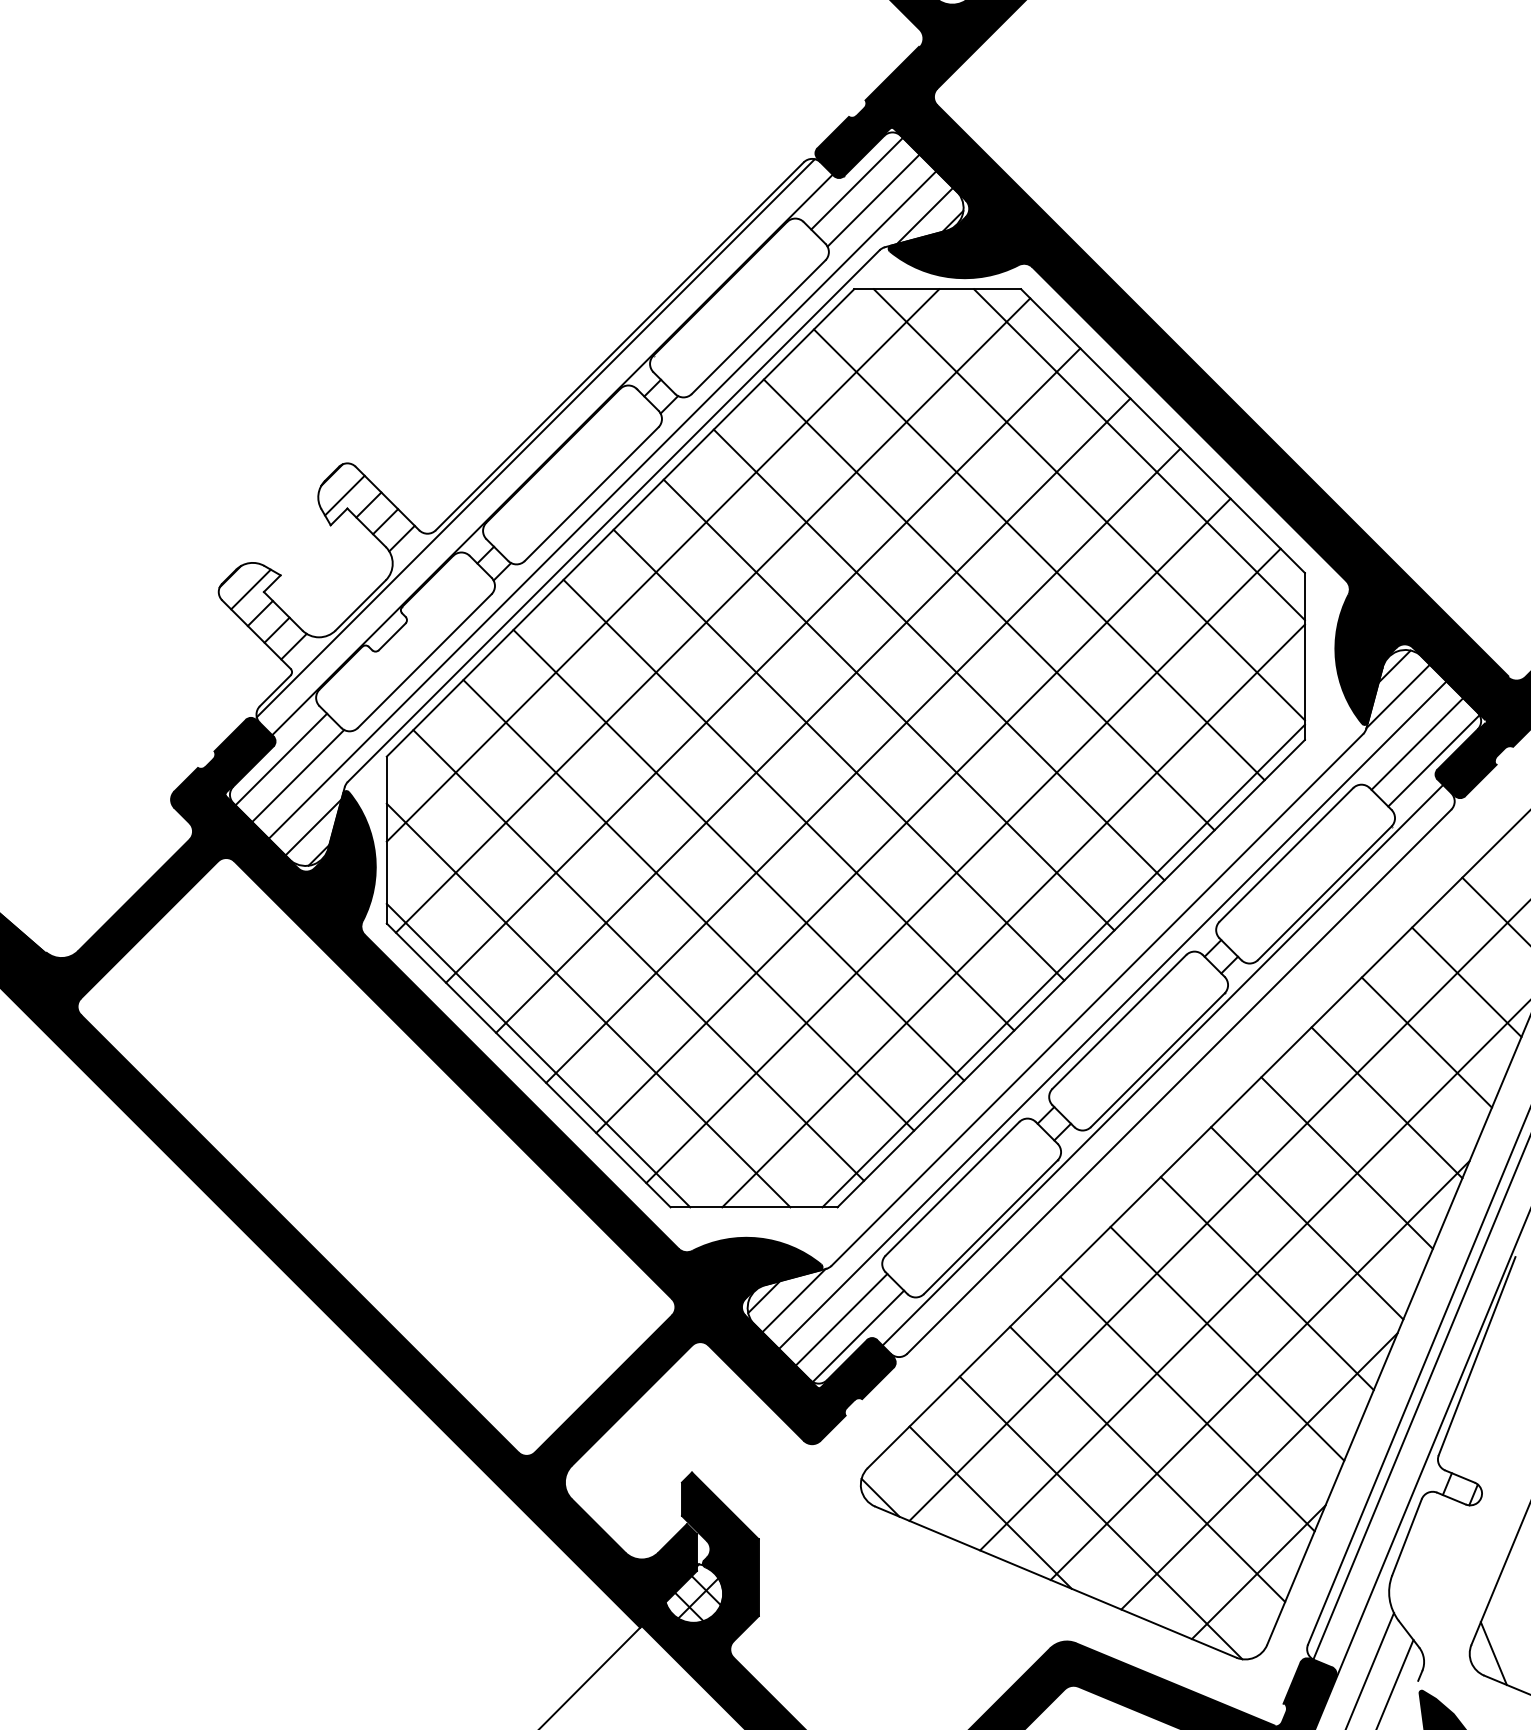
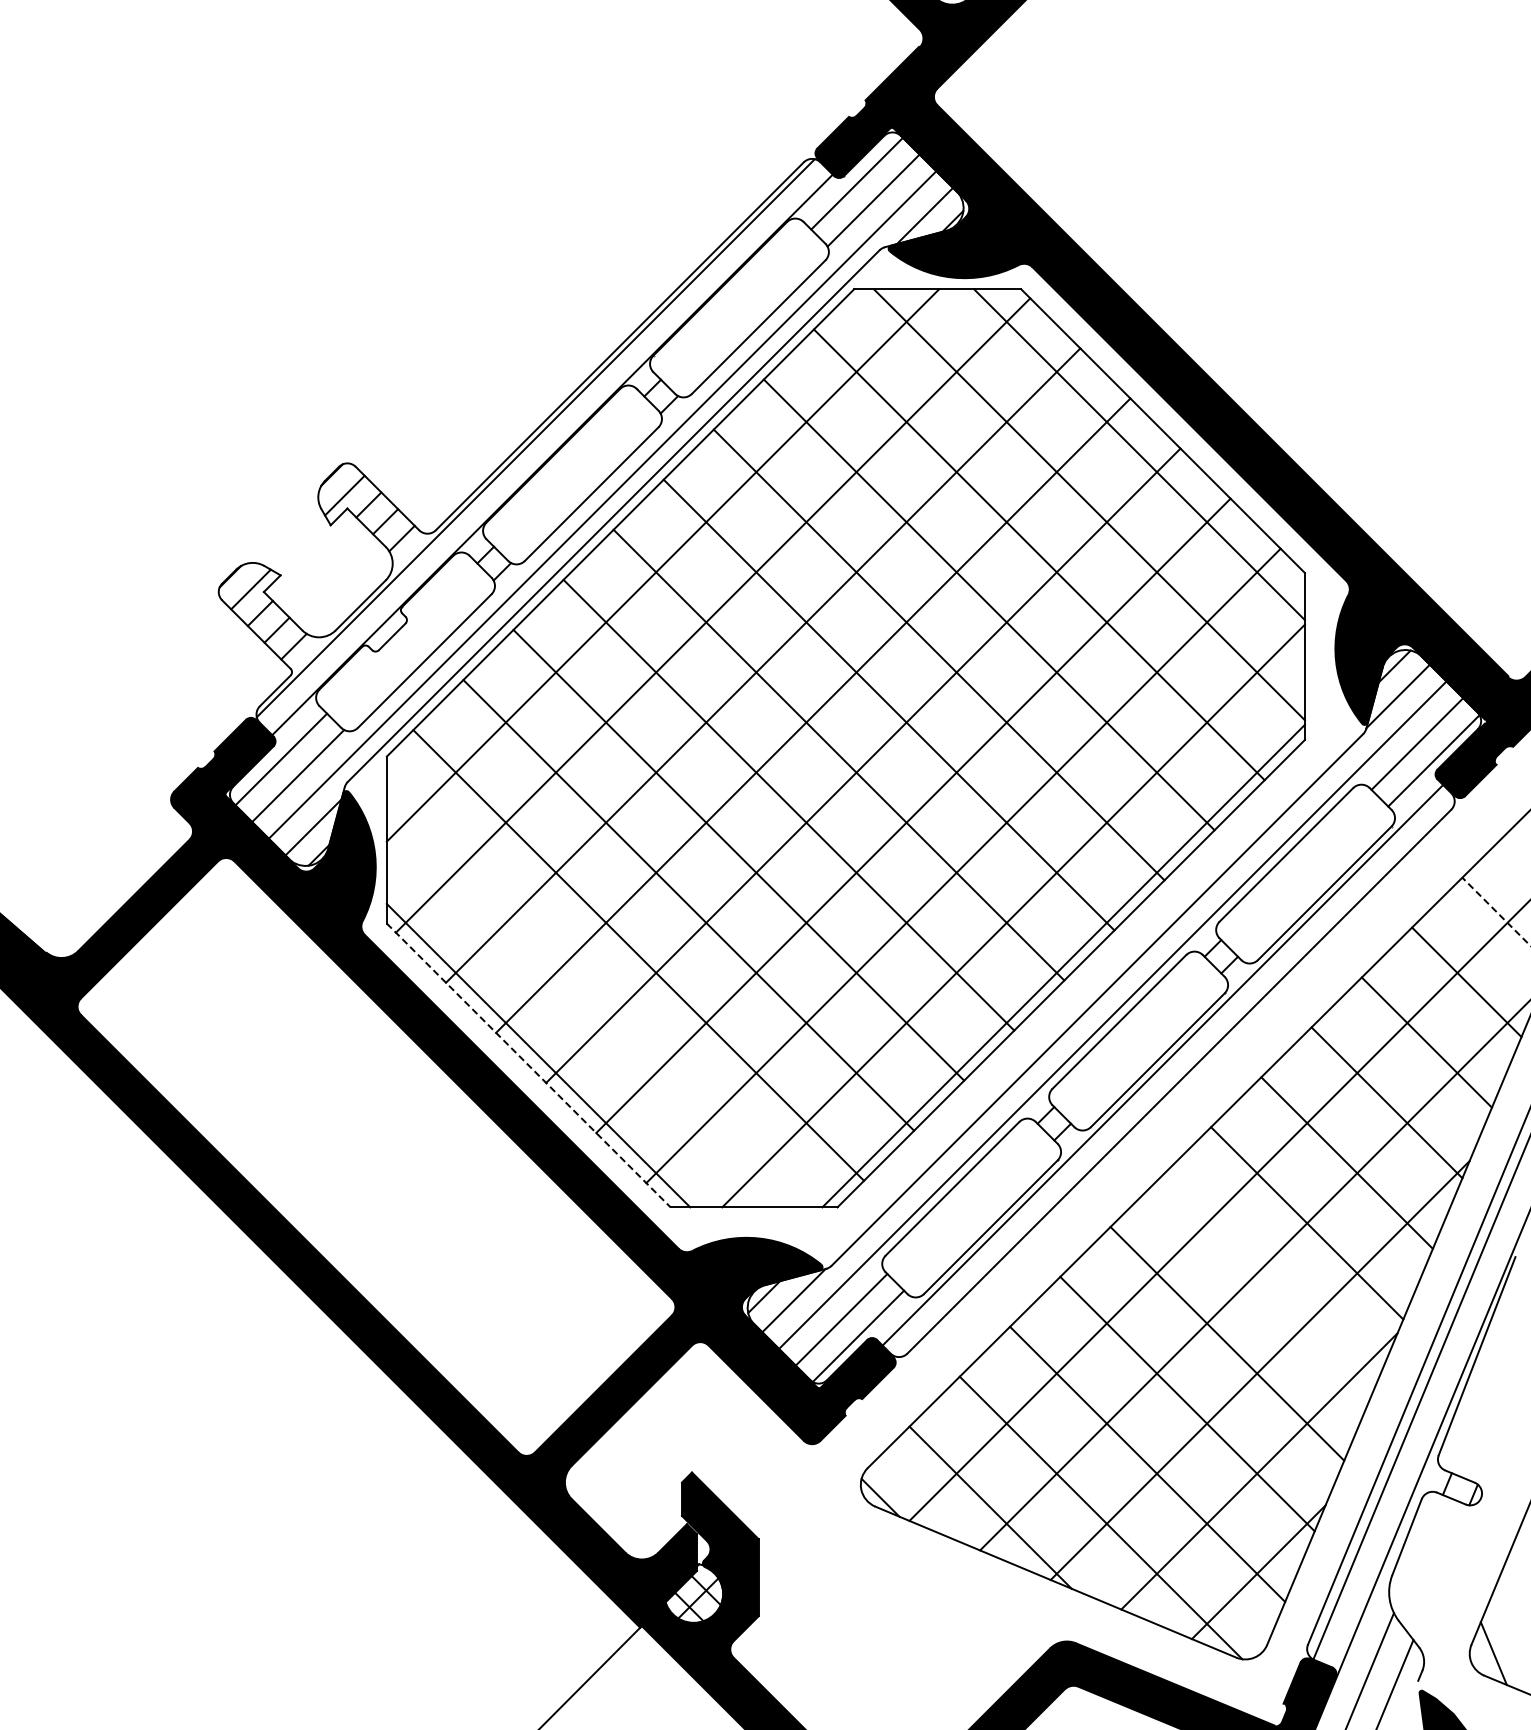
line at (1496, 911): solid -> dashed
line at (588, 1005): present -> none
line at (528, 1065): solid -> dashed
line at (1266, 1283): present -> none
